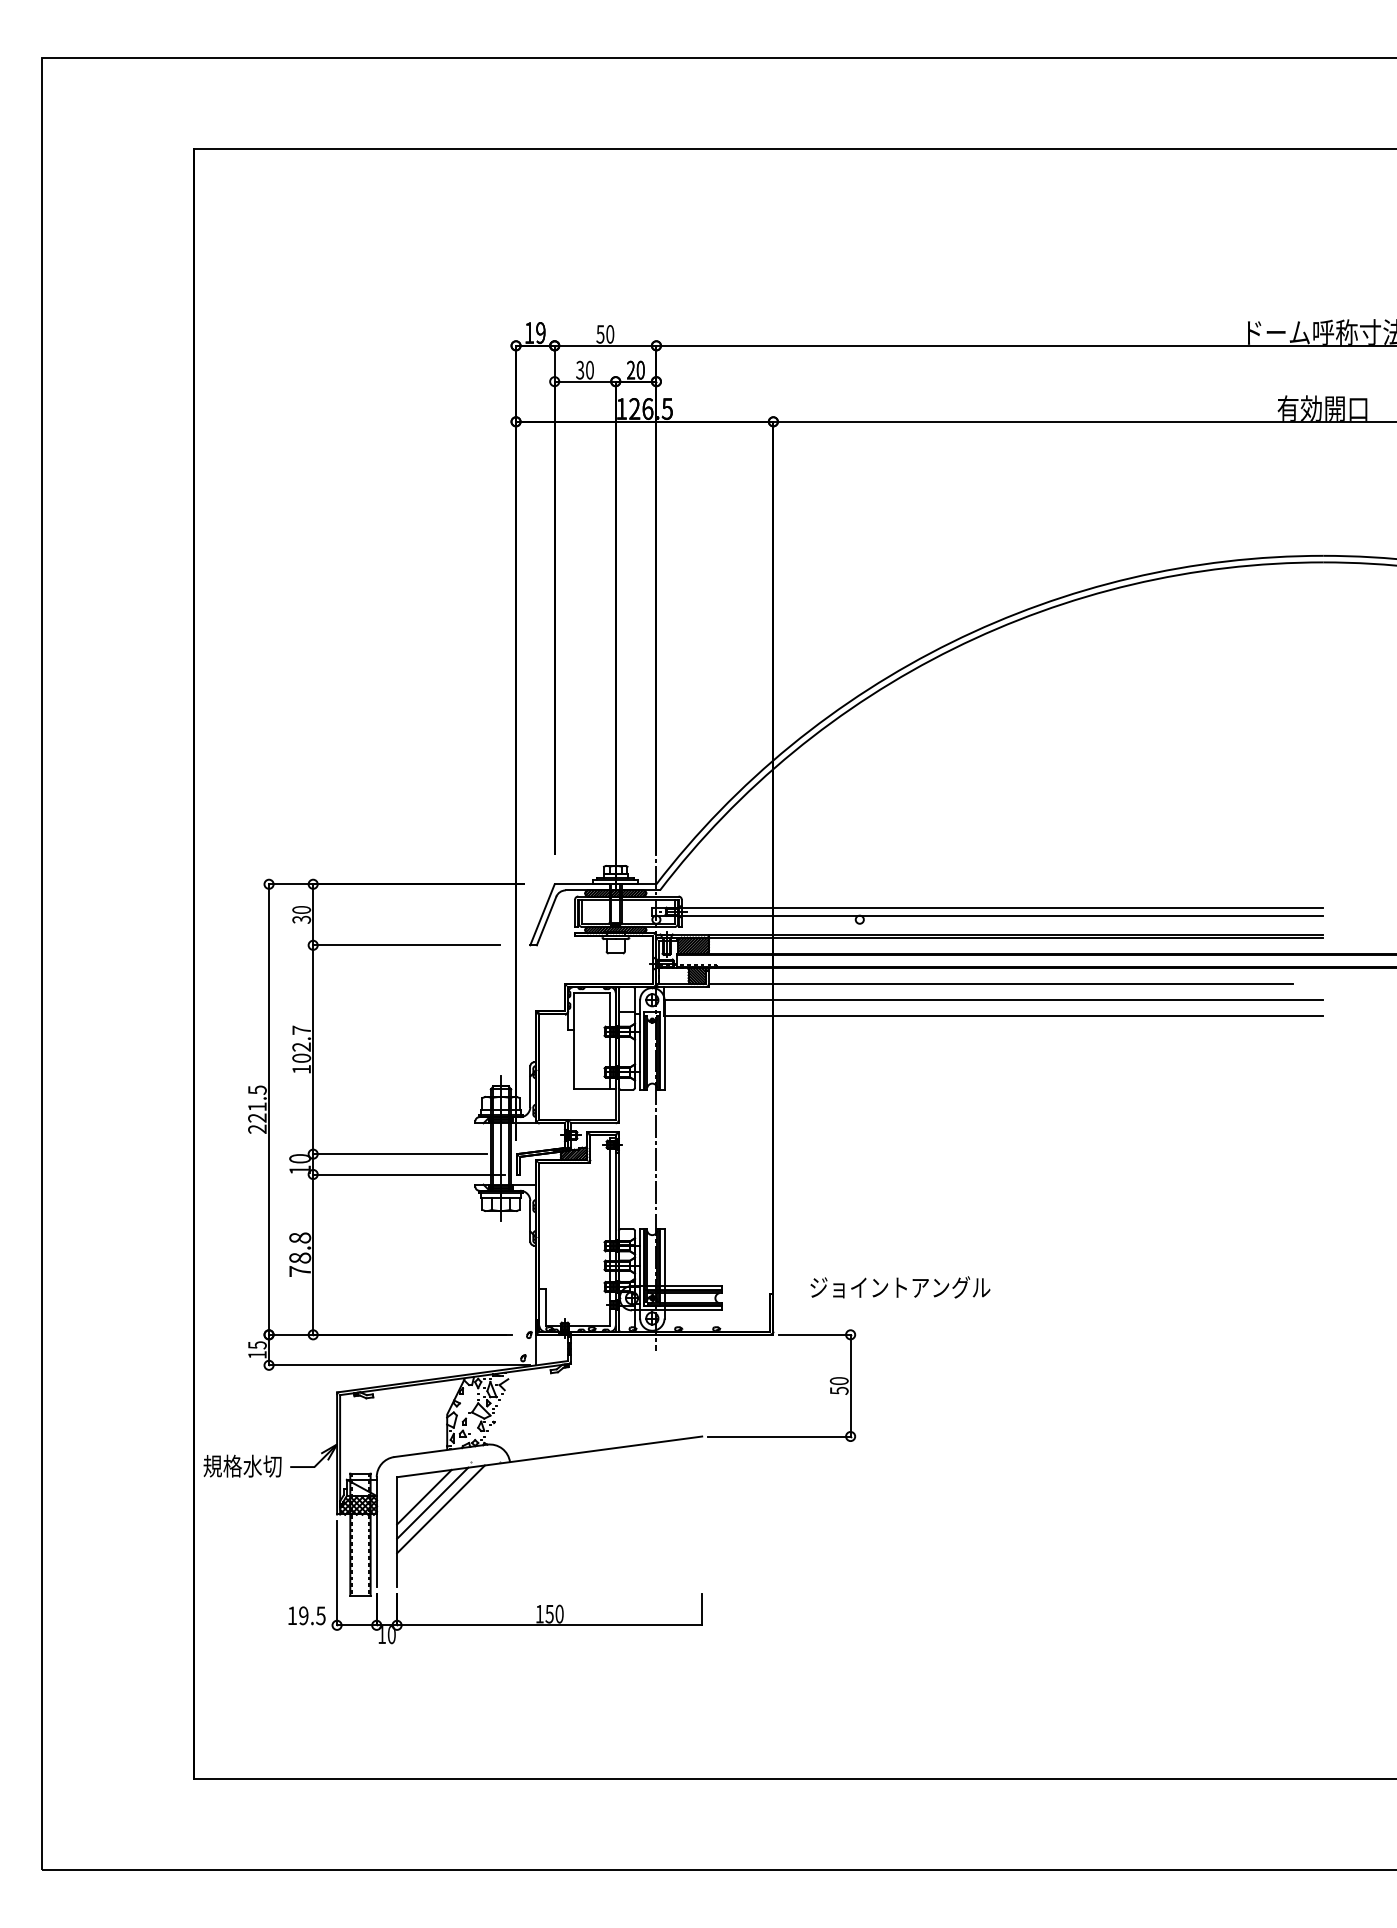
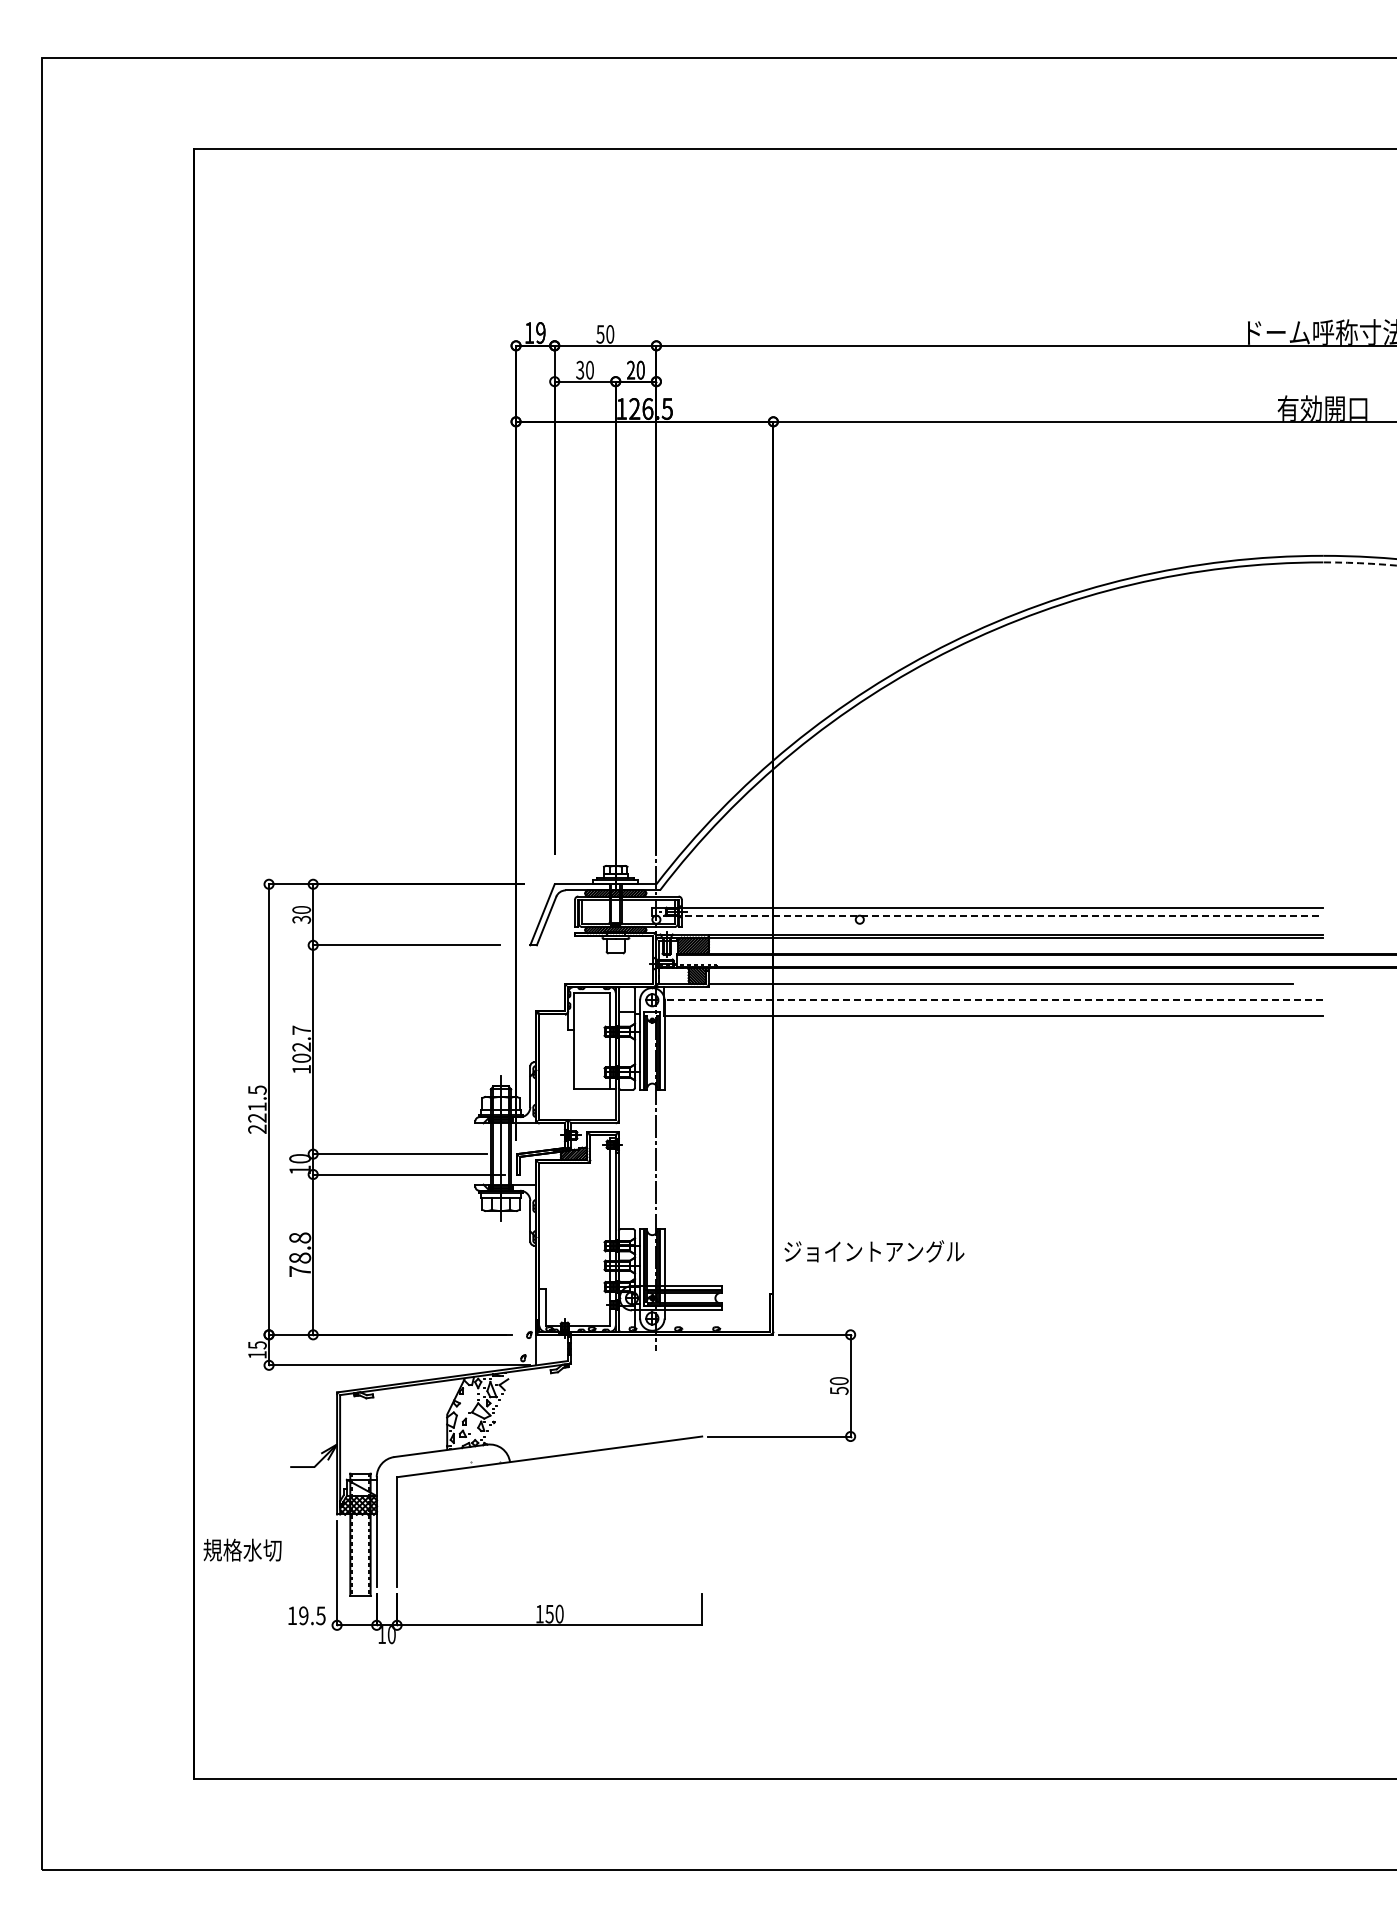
arc at (1360, 563): solid -> dashed
line at (987, 915): solid -> dashed
line at (993, 999): solid -> dashed
text at (900, 1287) position: (900, 1287) -> (874, 1251)
text at (242, 1465) position: (242, 1465) -> (242, 1549)
line at (424, 1496): present -> none
line at (432, 1502): present -> none
line at (440, 1509): present -> none
